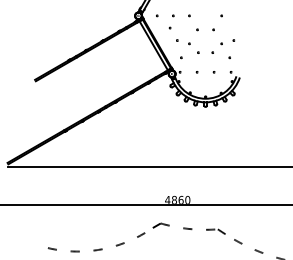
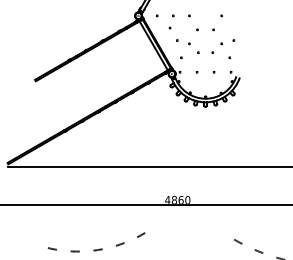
part at (188, 228): present -> none
